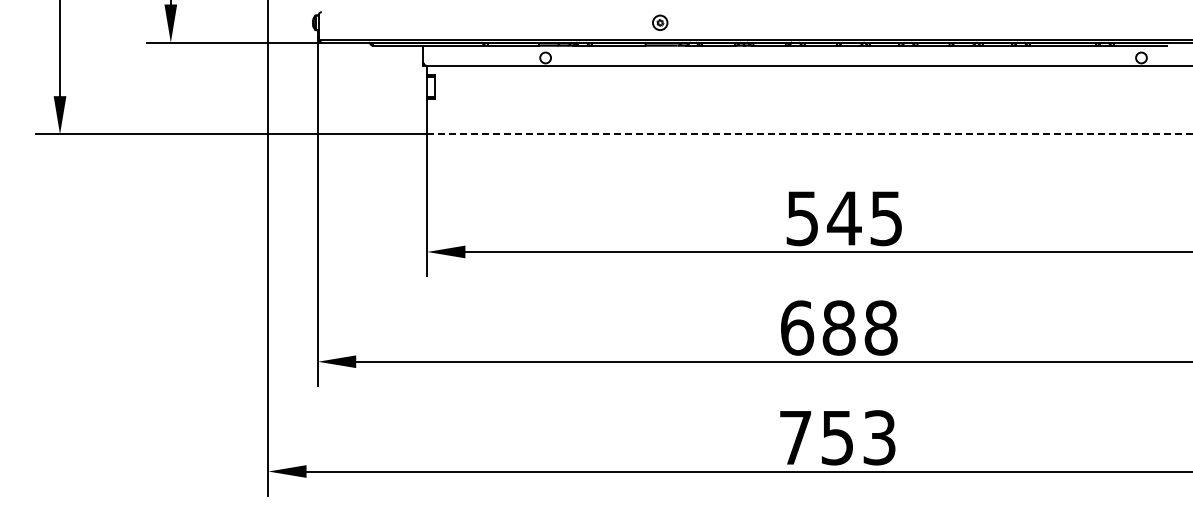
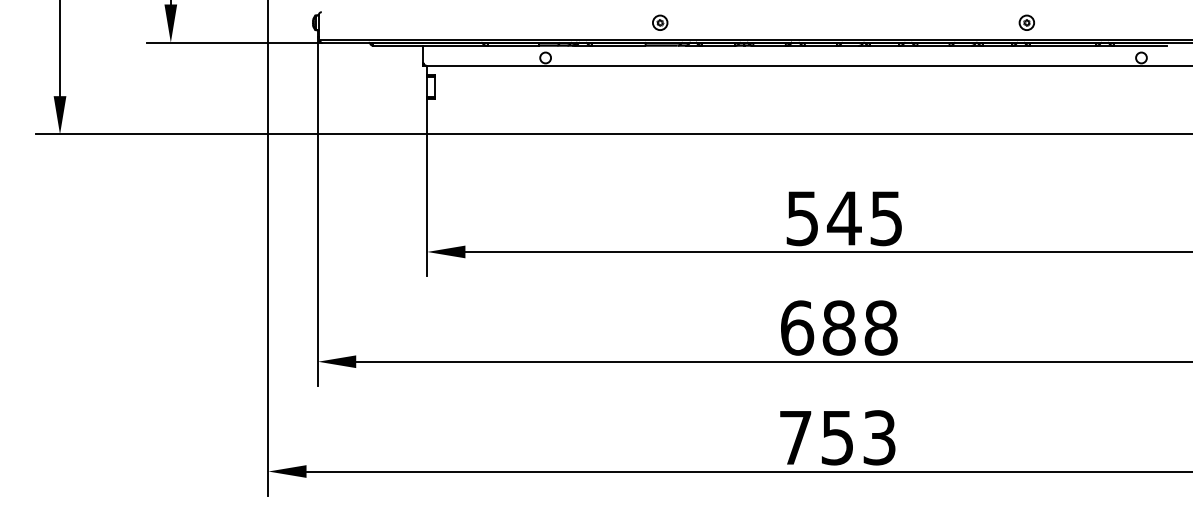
part at (1026, 22): none -> present
line at (810, 134): dashed -> solid
